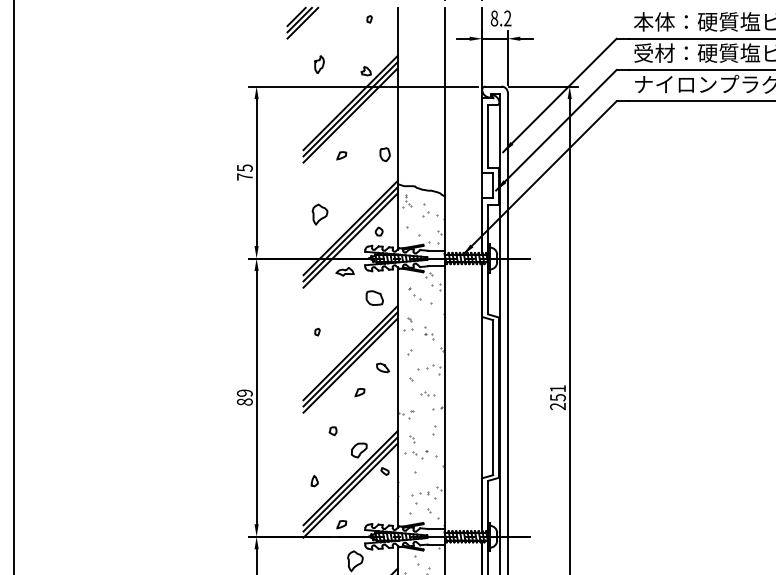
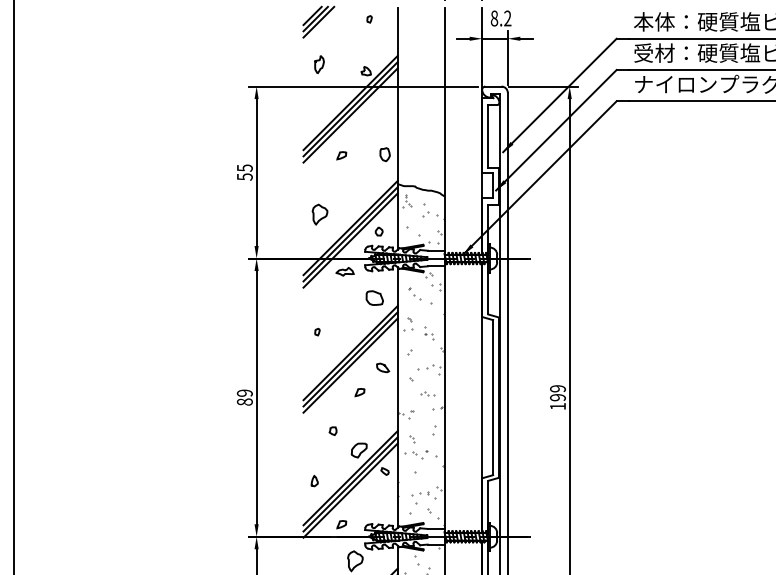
part at (302, 22) position: (302, 22) -> (318, 21)
text at (244, 176): 75 -> 55
text at (557, 397): 251 -> 199
